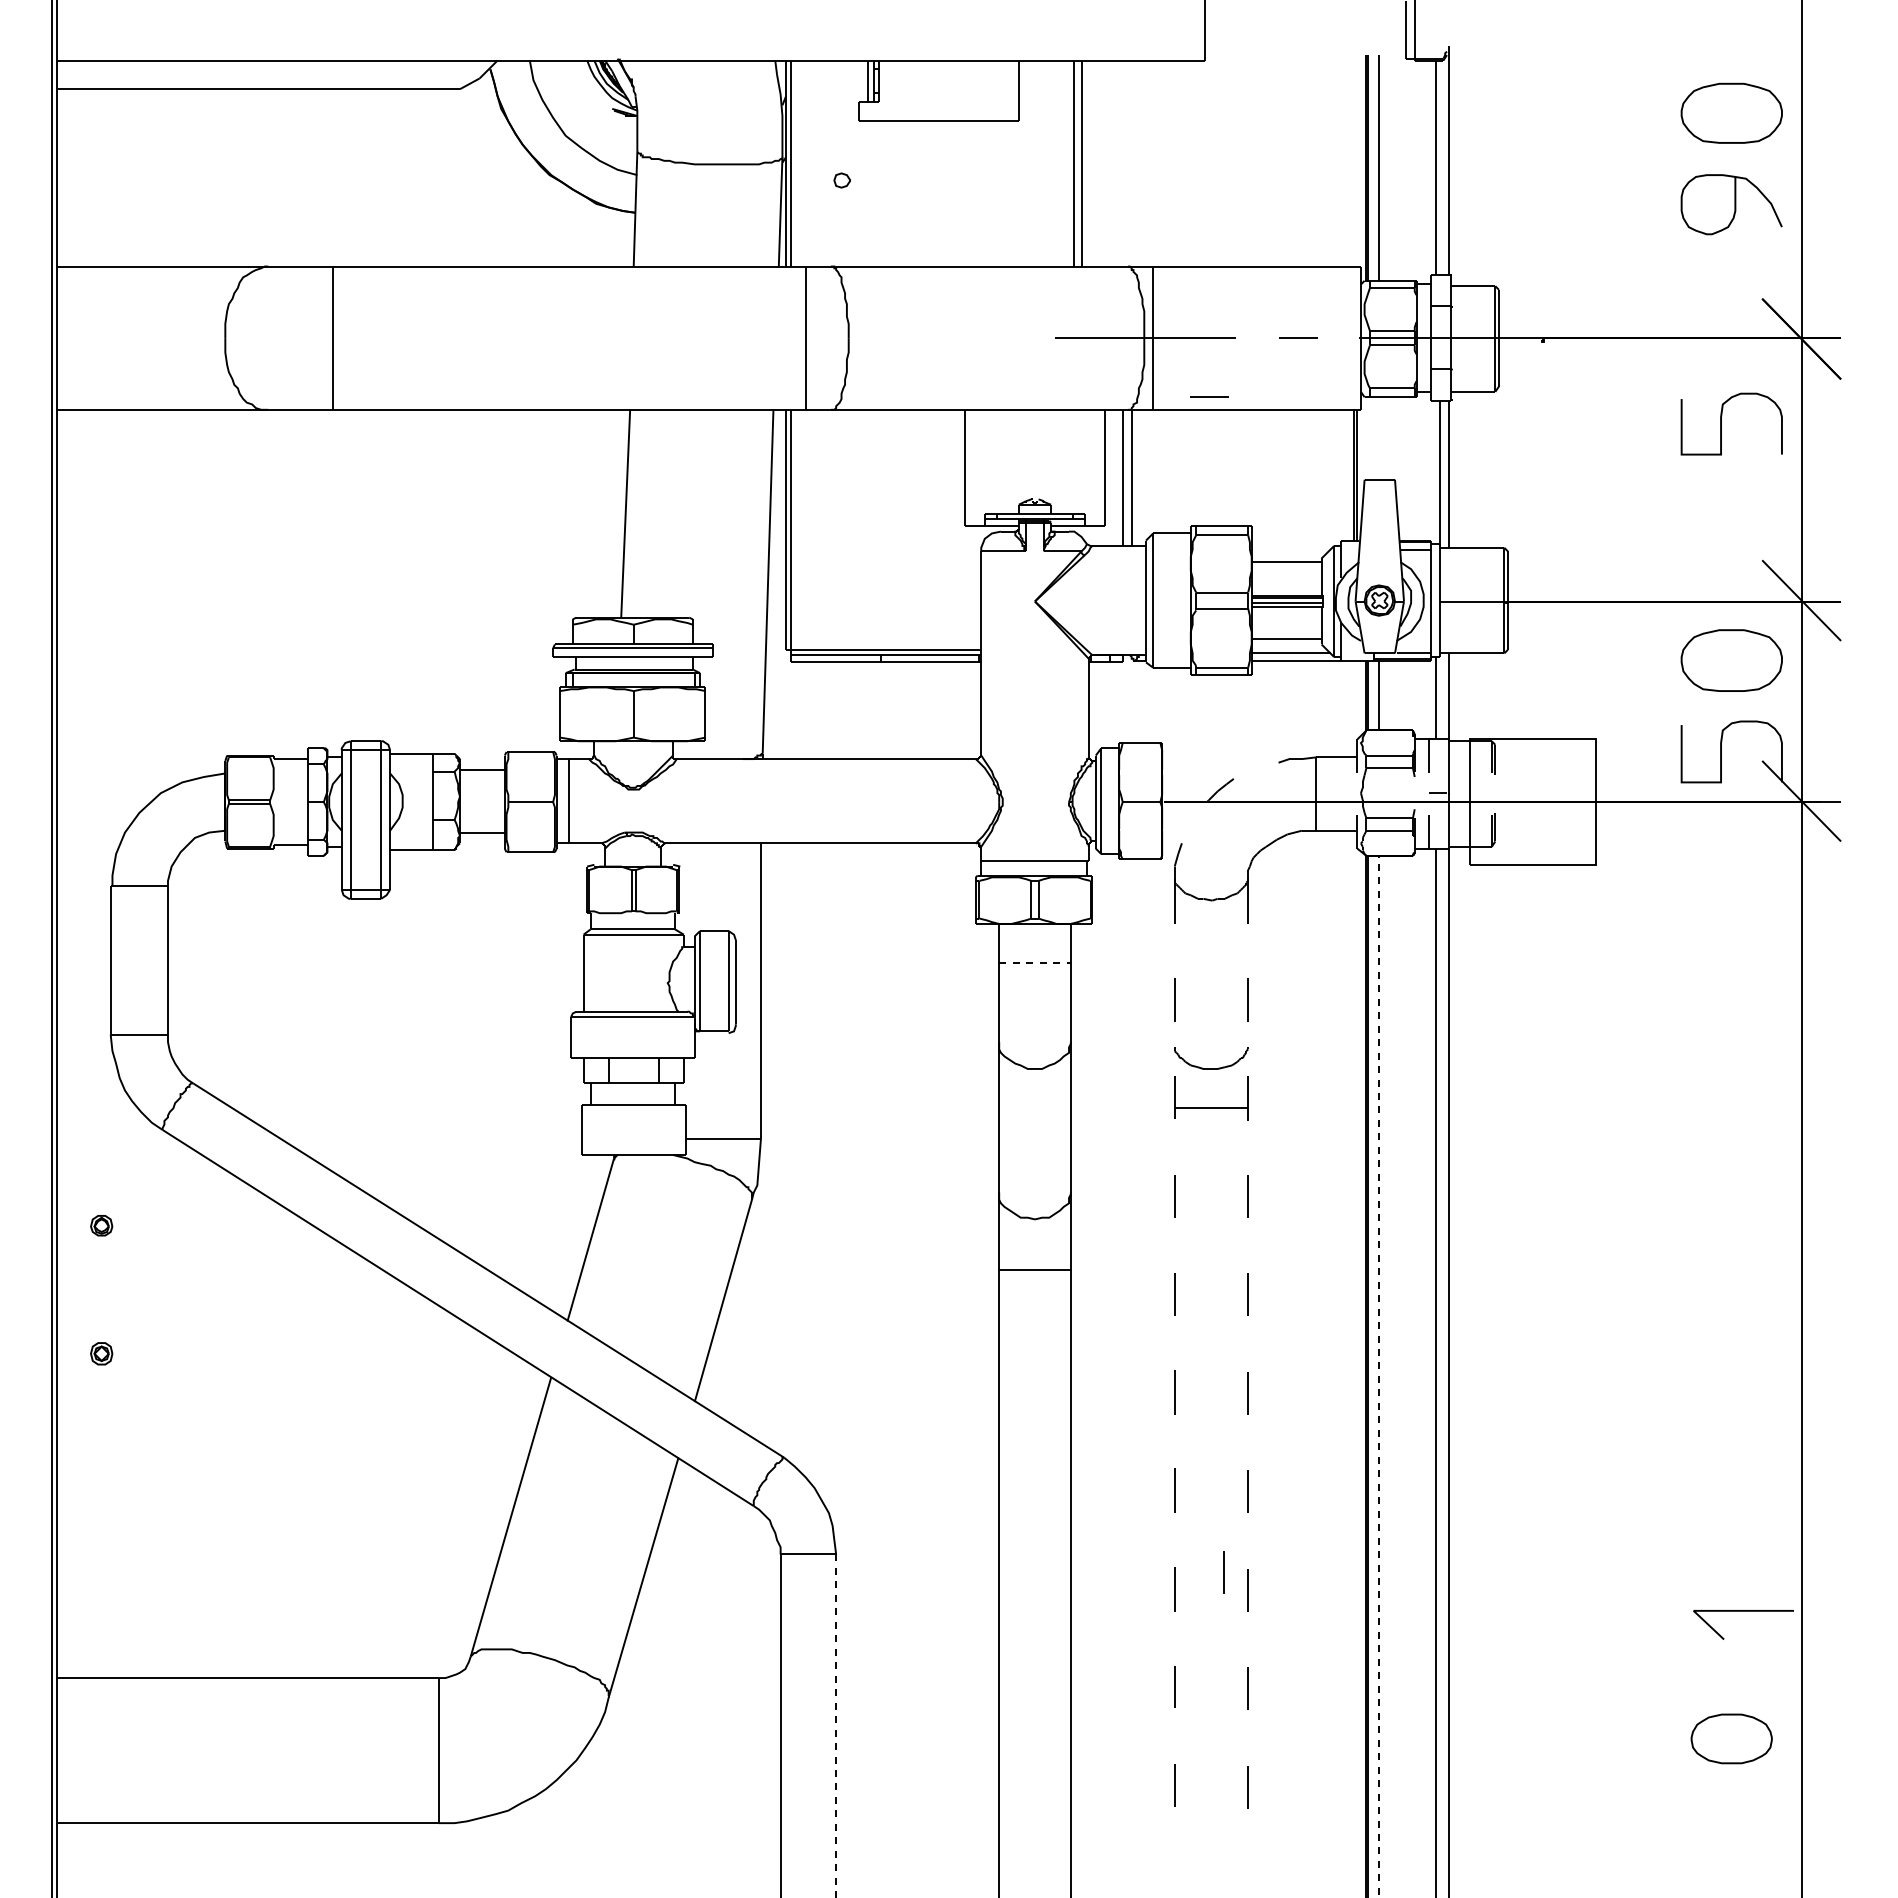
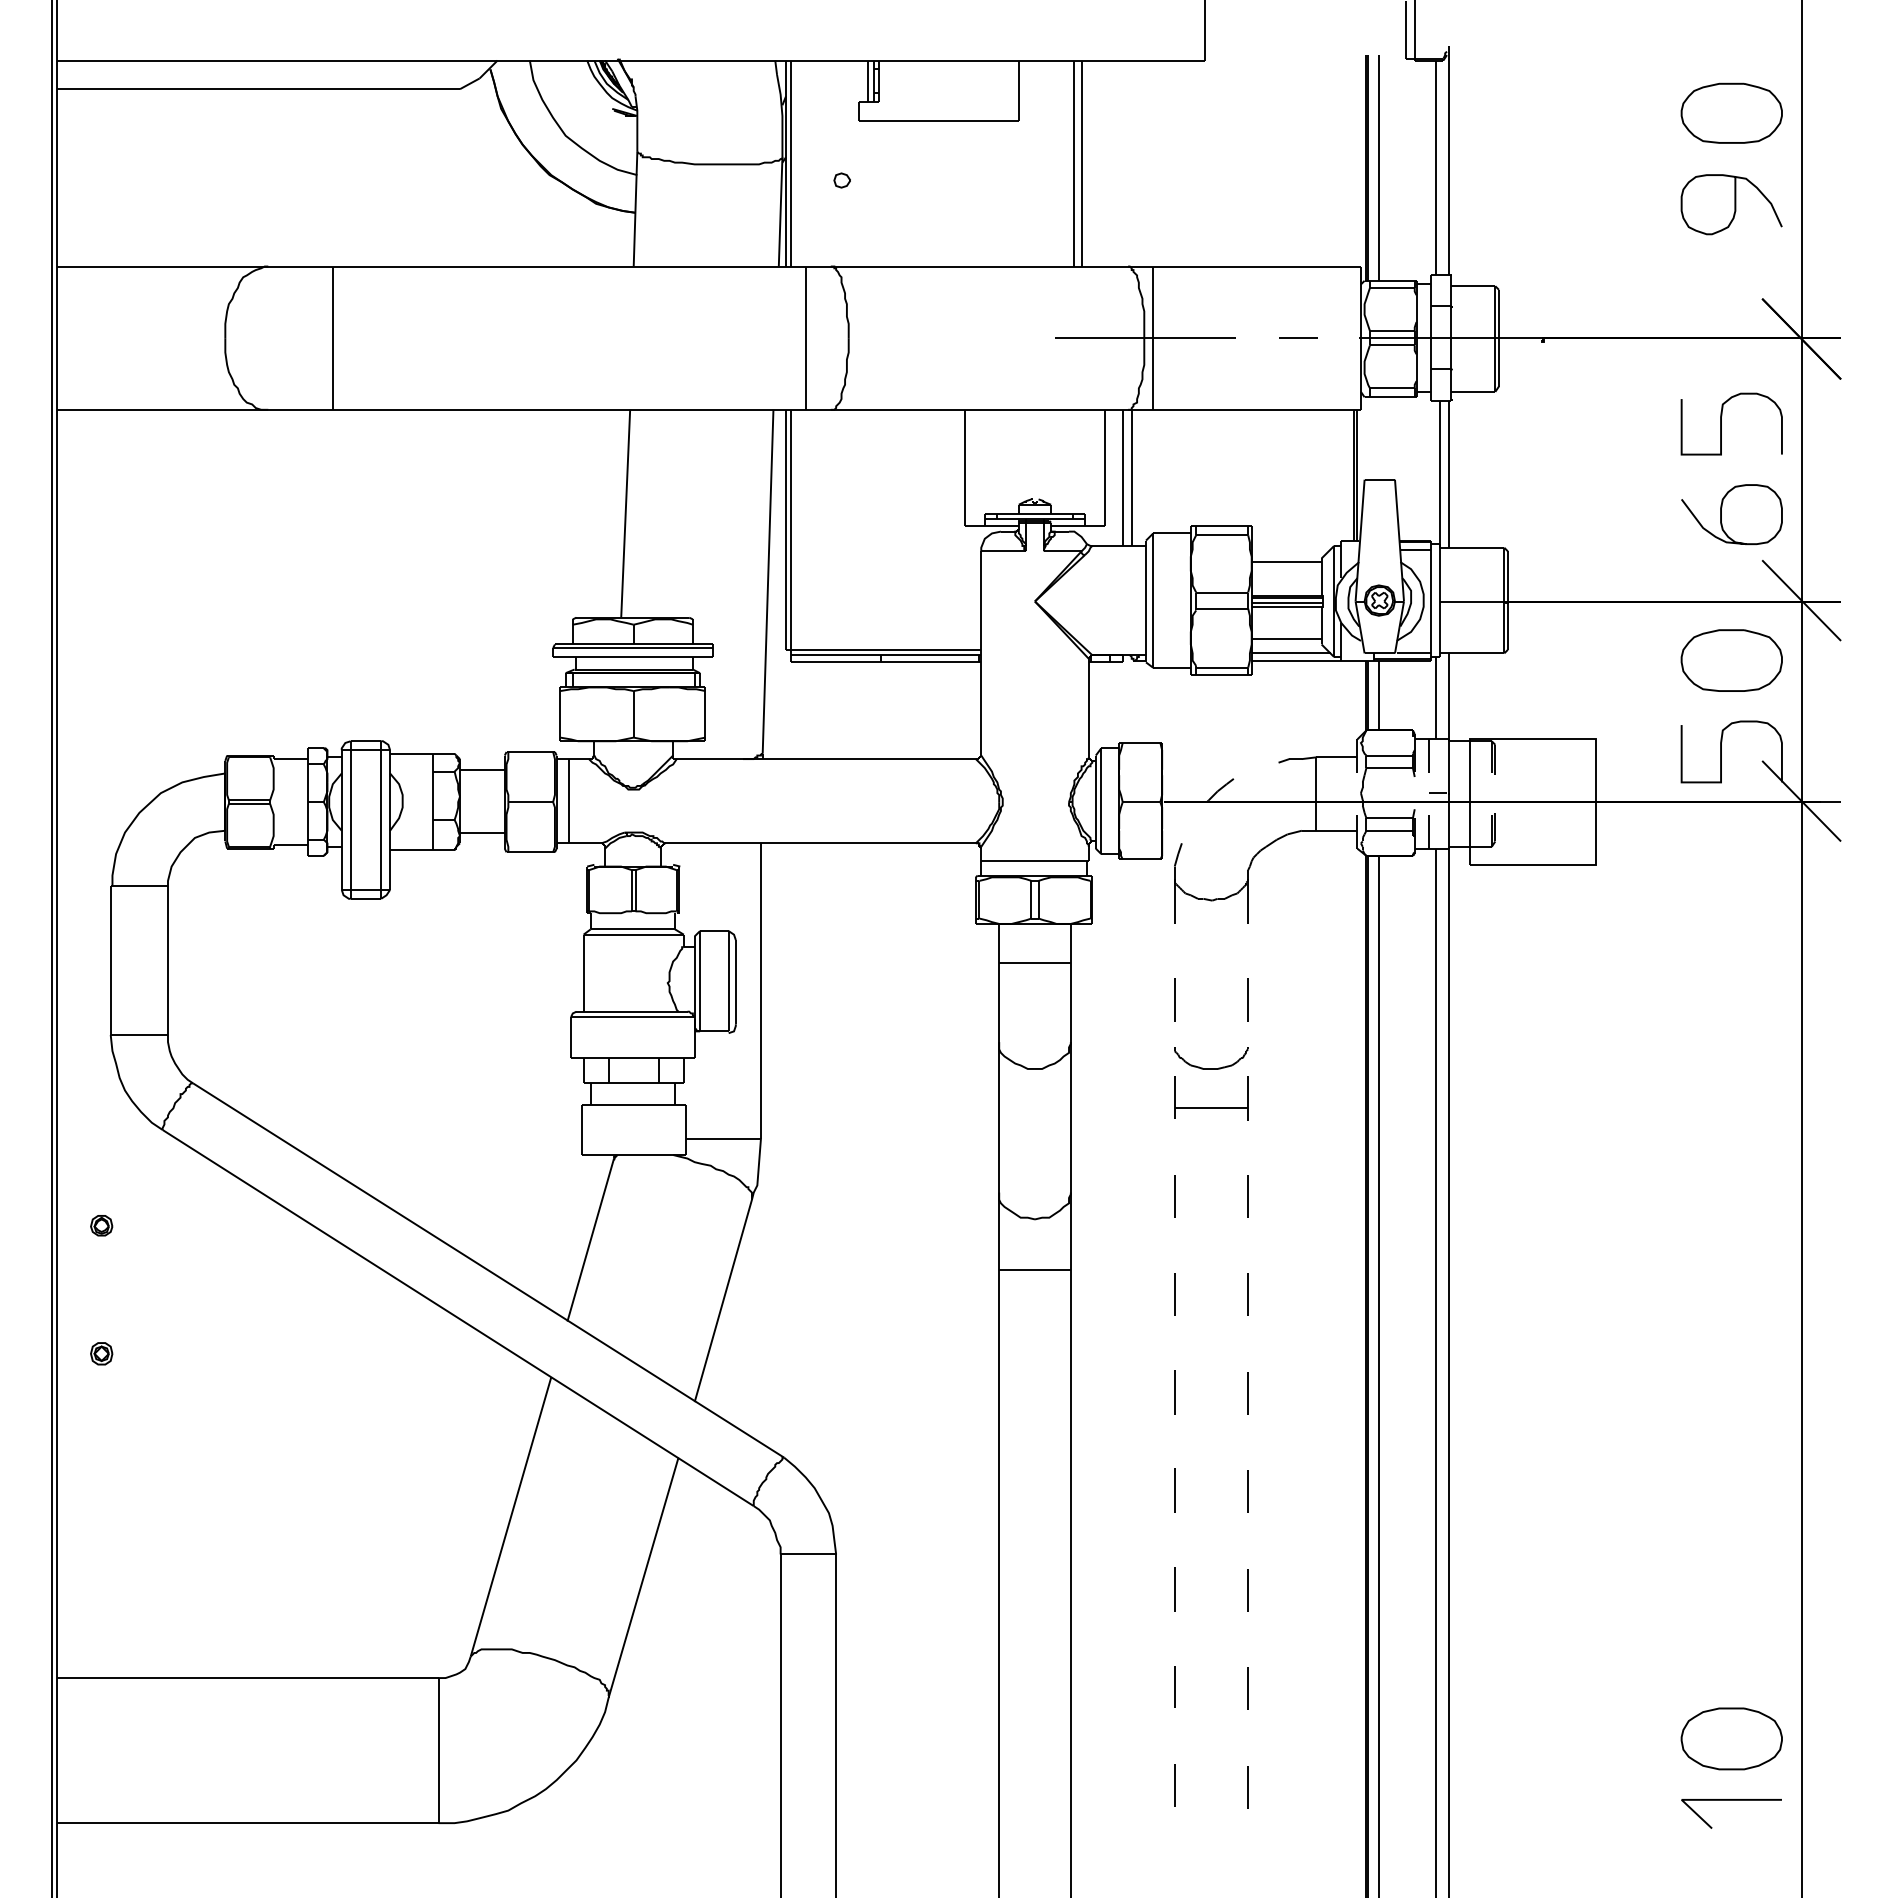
line at (1209, 396): present -> none
curve at (1721, 514): none -> present
line at (1035, 963): dashed -> solid
line at (1378, 1376): dashed -> solid
line at (1223, 1572): present -> none
line at (1743, 1611) position: (1743, 1611) -> (1731, 1800)
line at (836, 1726): dashed -> solid
part at (1731, 1738) size: 83x52 px -> 103x64 px
